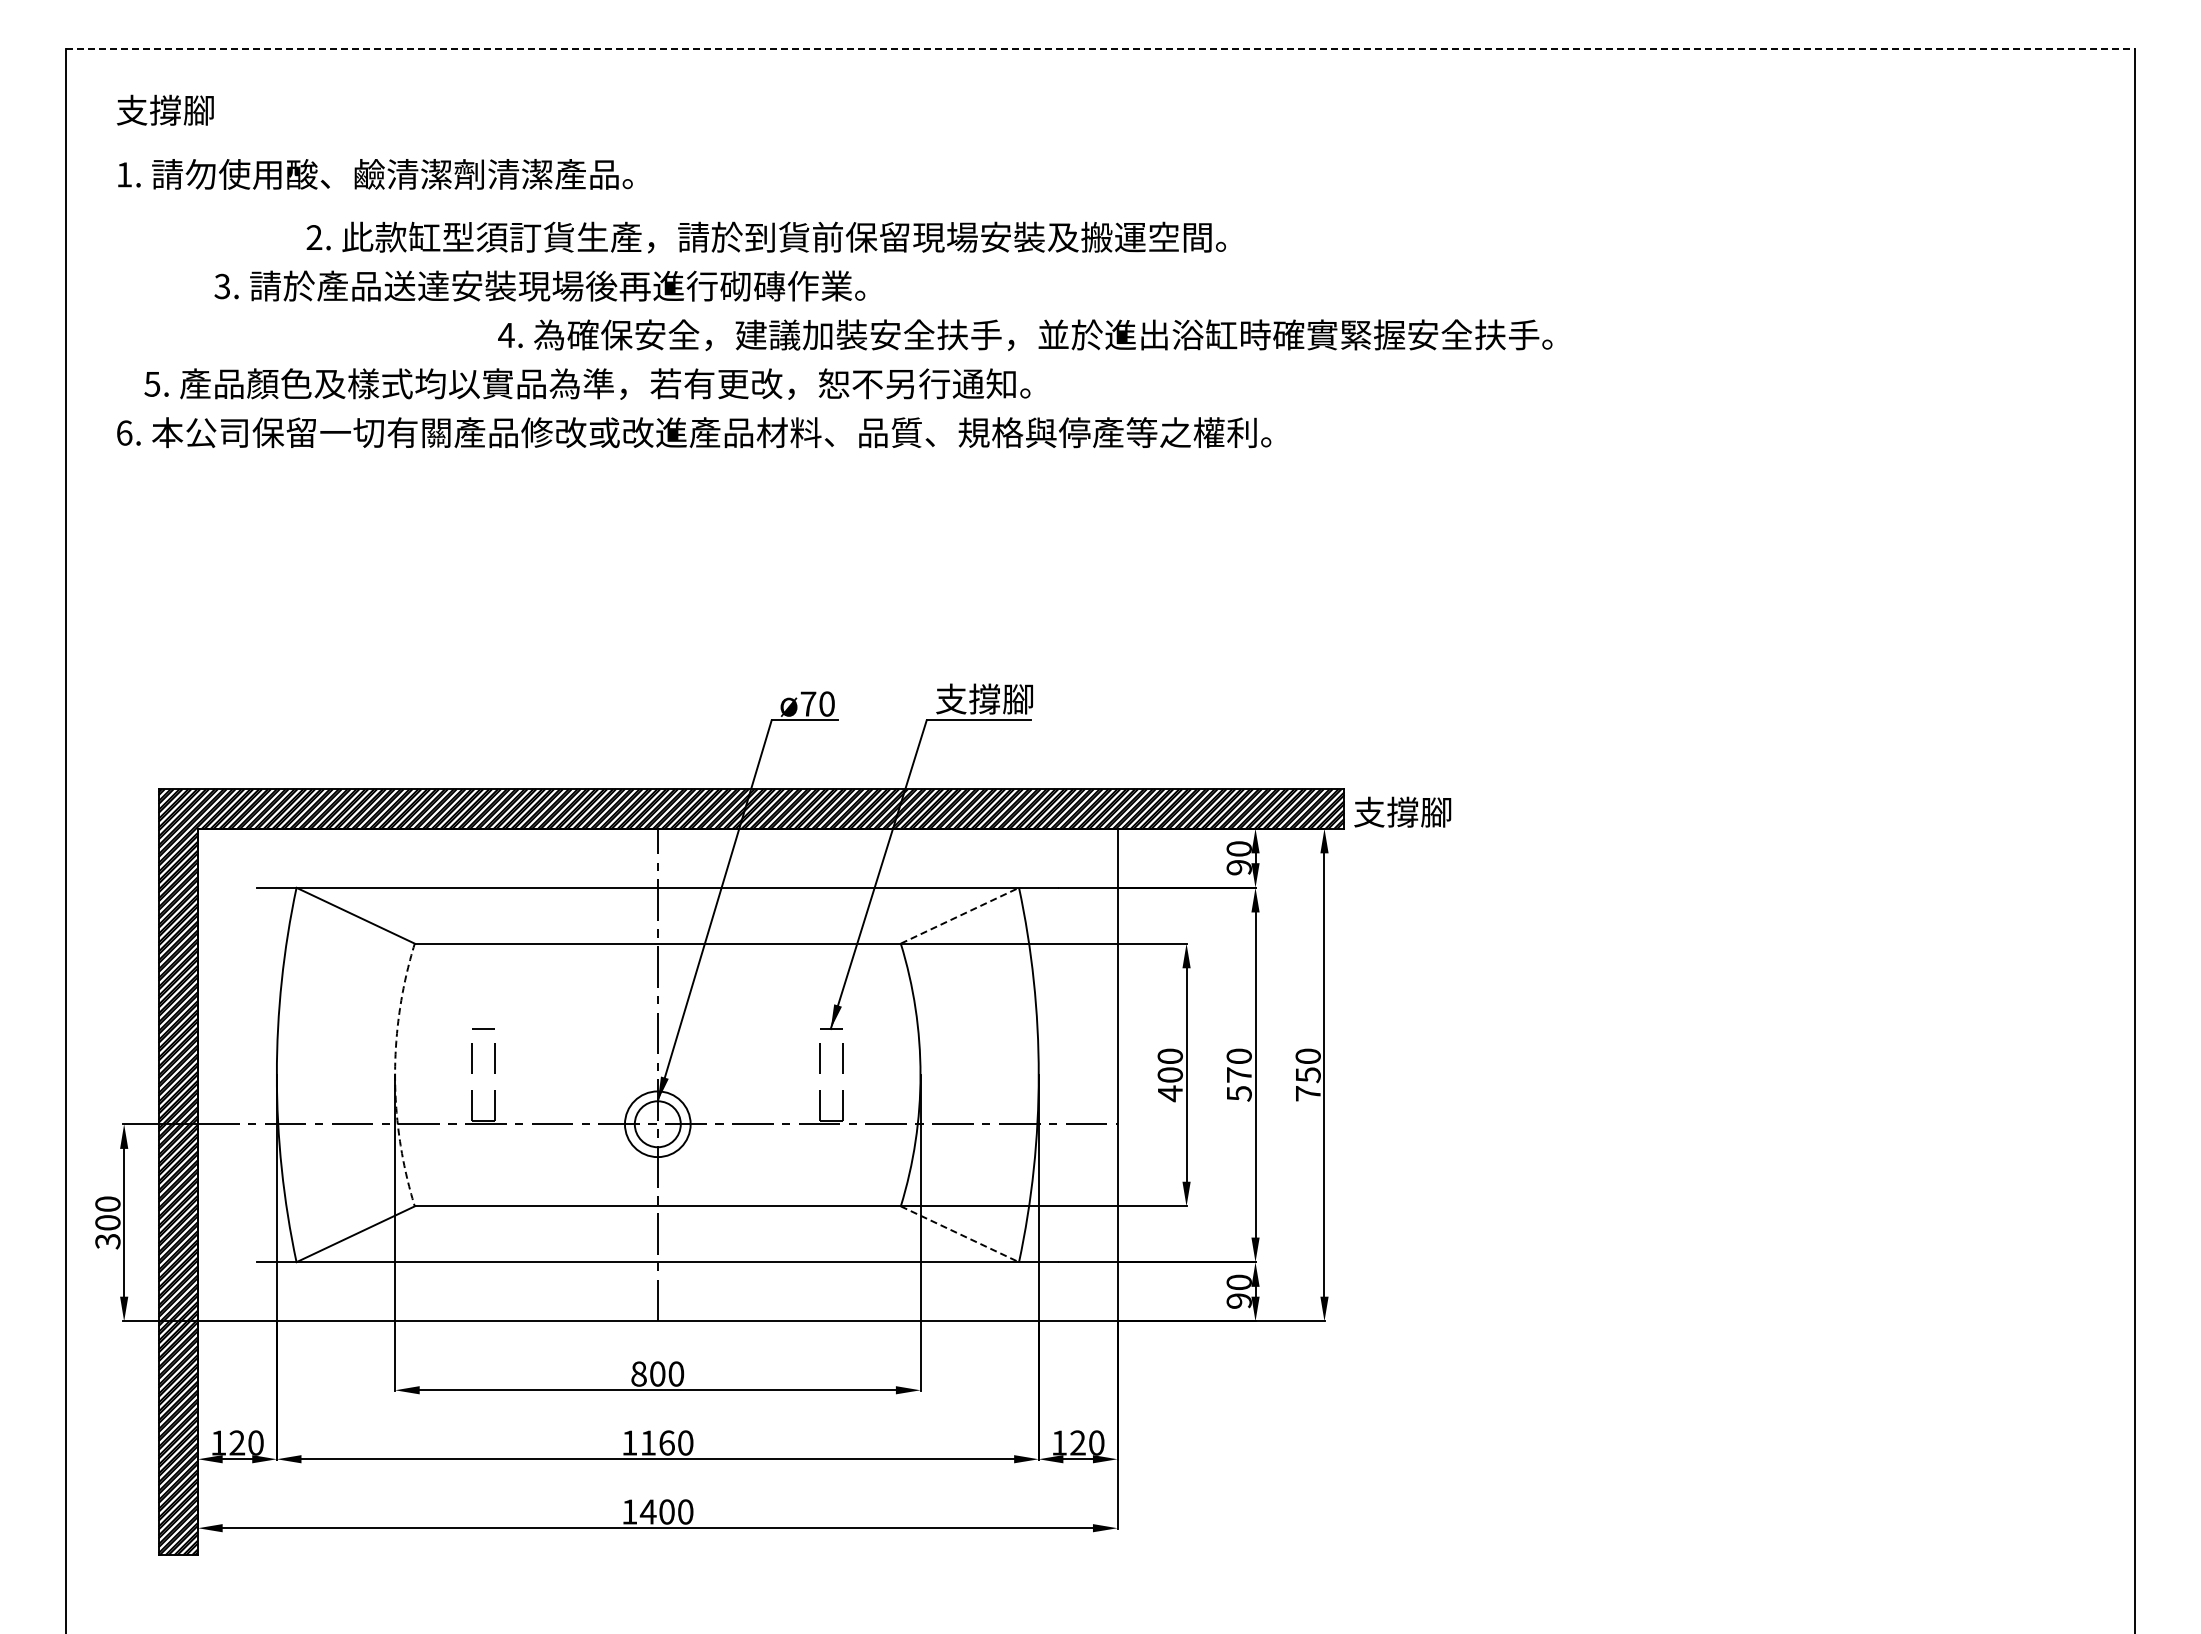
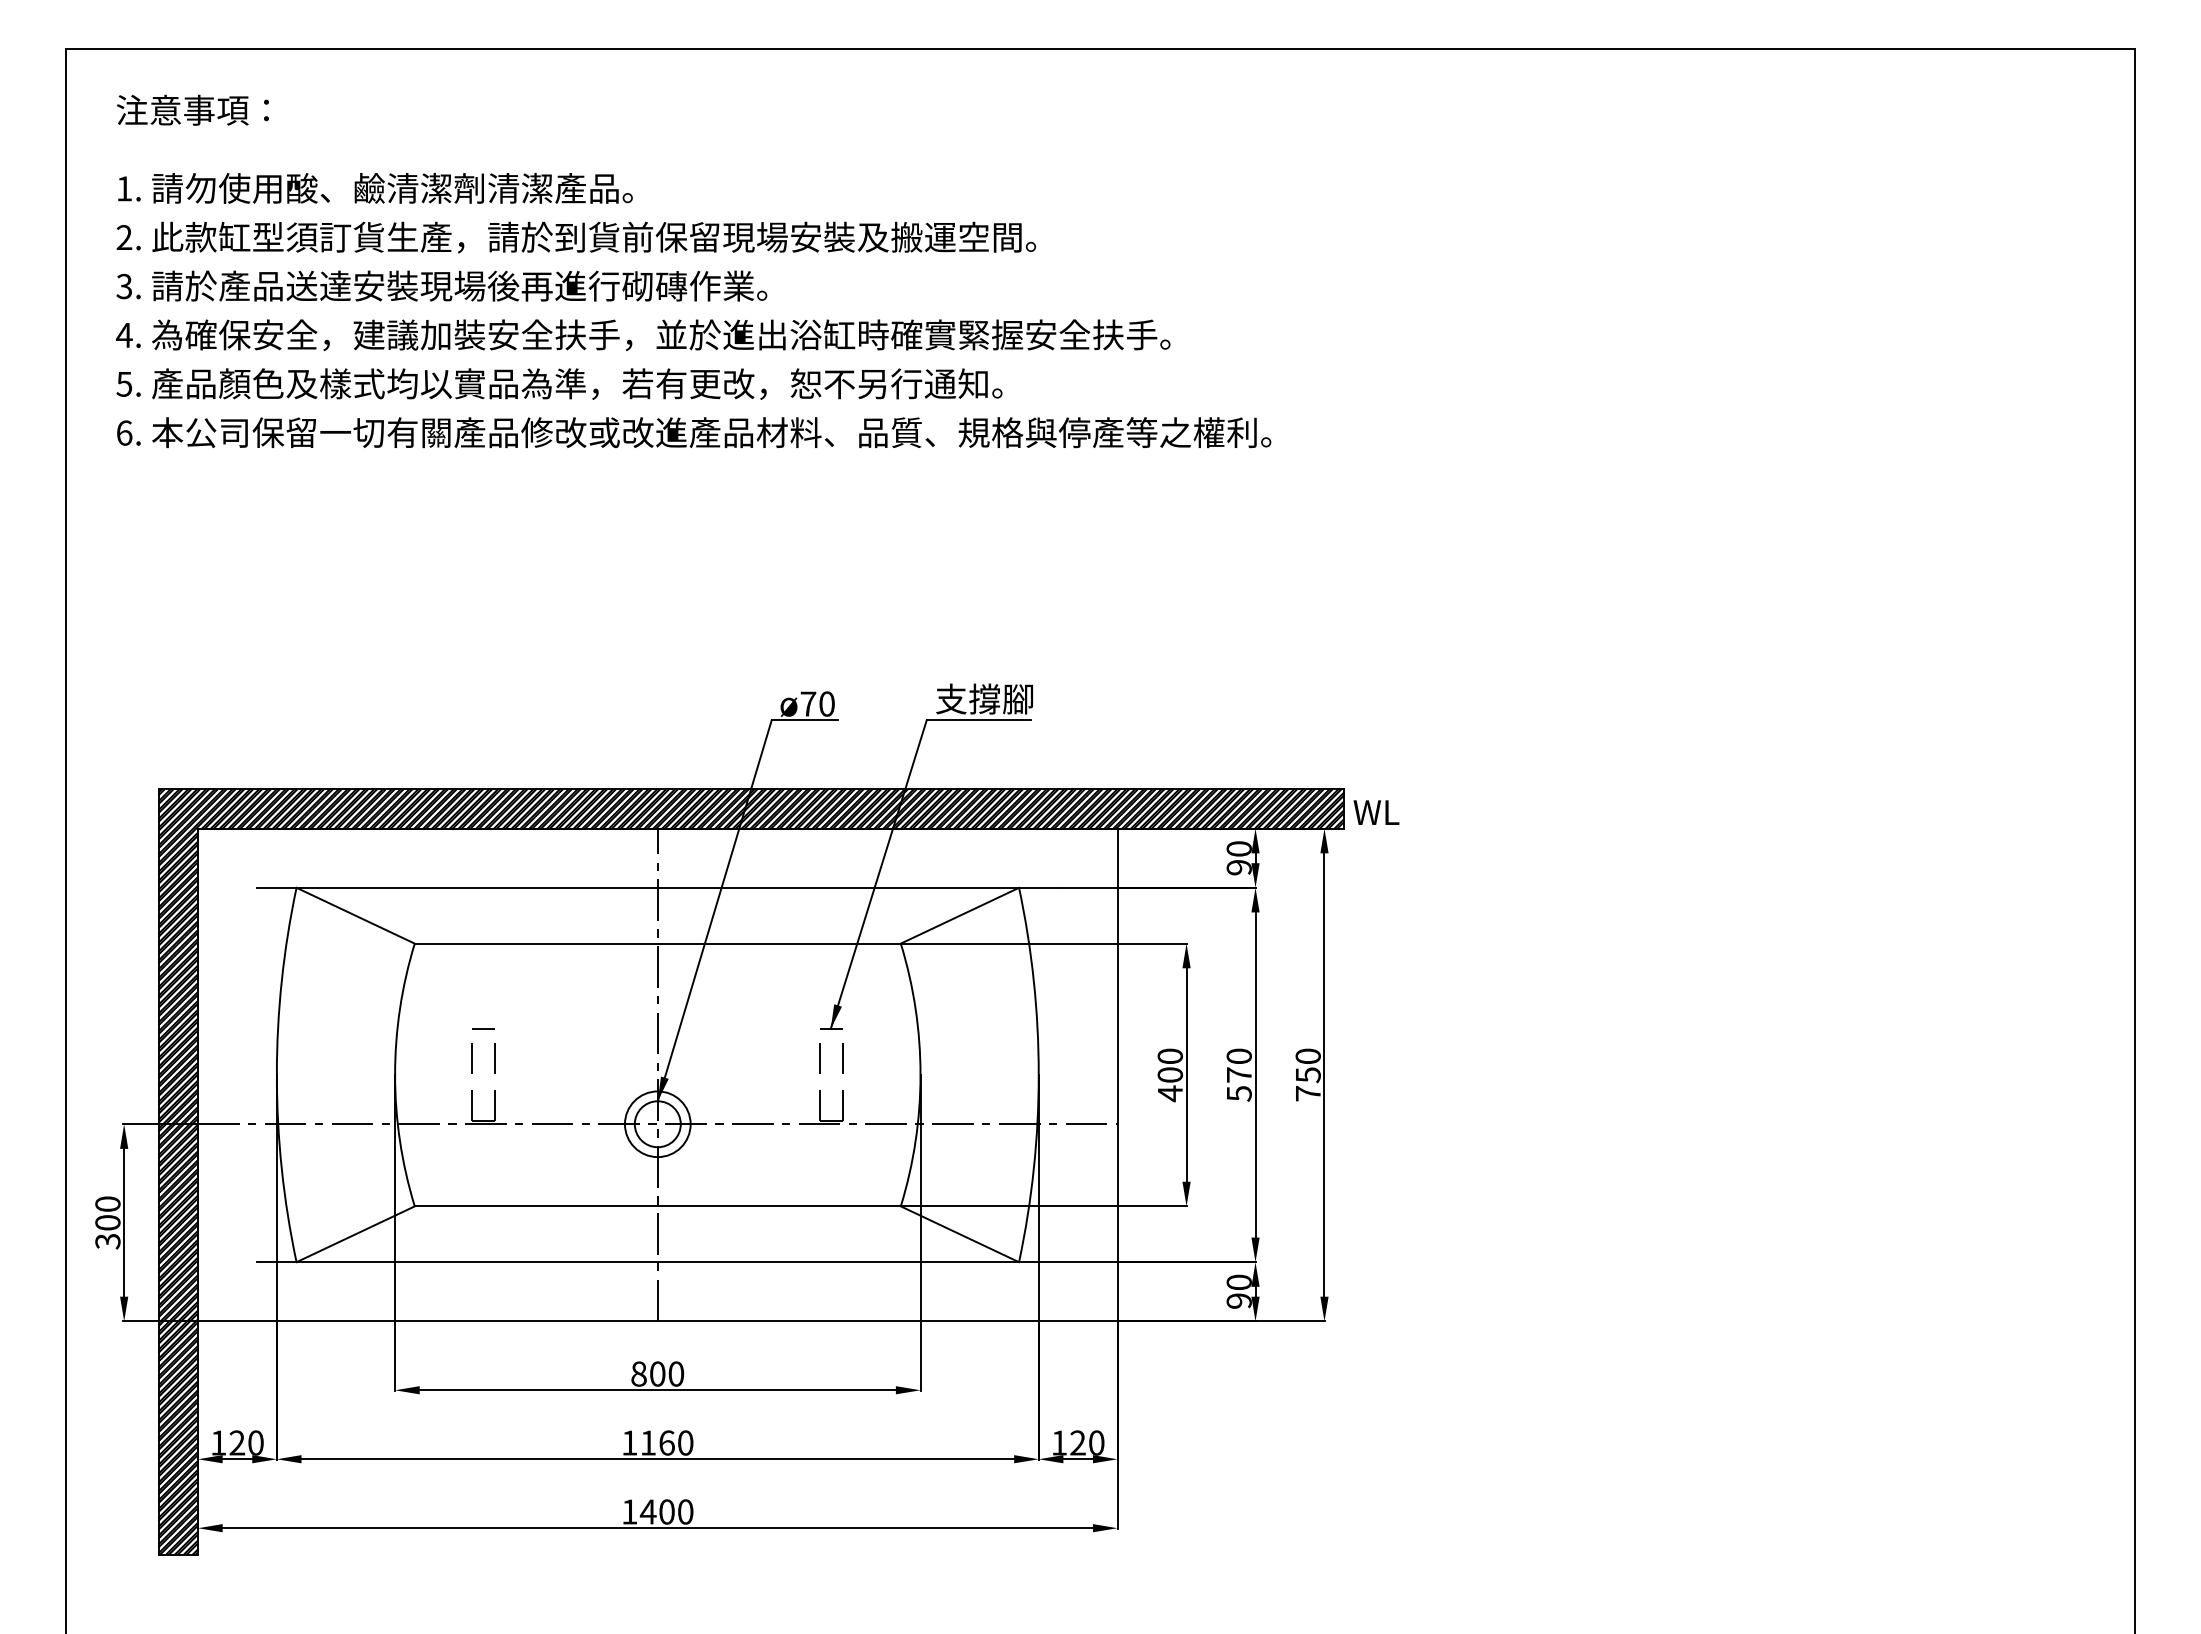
line at (1101, 49): dashed -> solid
text at (192, 109): 支撐腳 -> 注意事項：
text at (375, 174) position: (375, 174) -> (375, 188)
text at (765, 237) position: (765, 237) -> (575, 237)
text at (539, 285) position: (539, 285) -> (441, 285)
text at (1025, 335) position: (1025, 335) -> (643, 335)
text at (587, 383) position: (587, 383) -> (559, 383)
text at (1402, 811): 支撐腳 -> WL
line at (960, 915): dashed -> solid
arc at (395, 1075): dashed -> solid
line at (960, 1234): dashed -> solid
